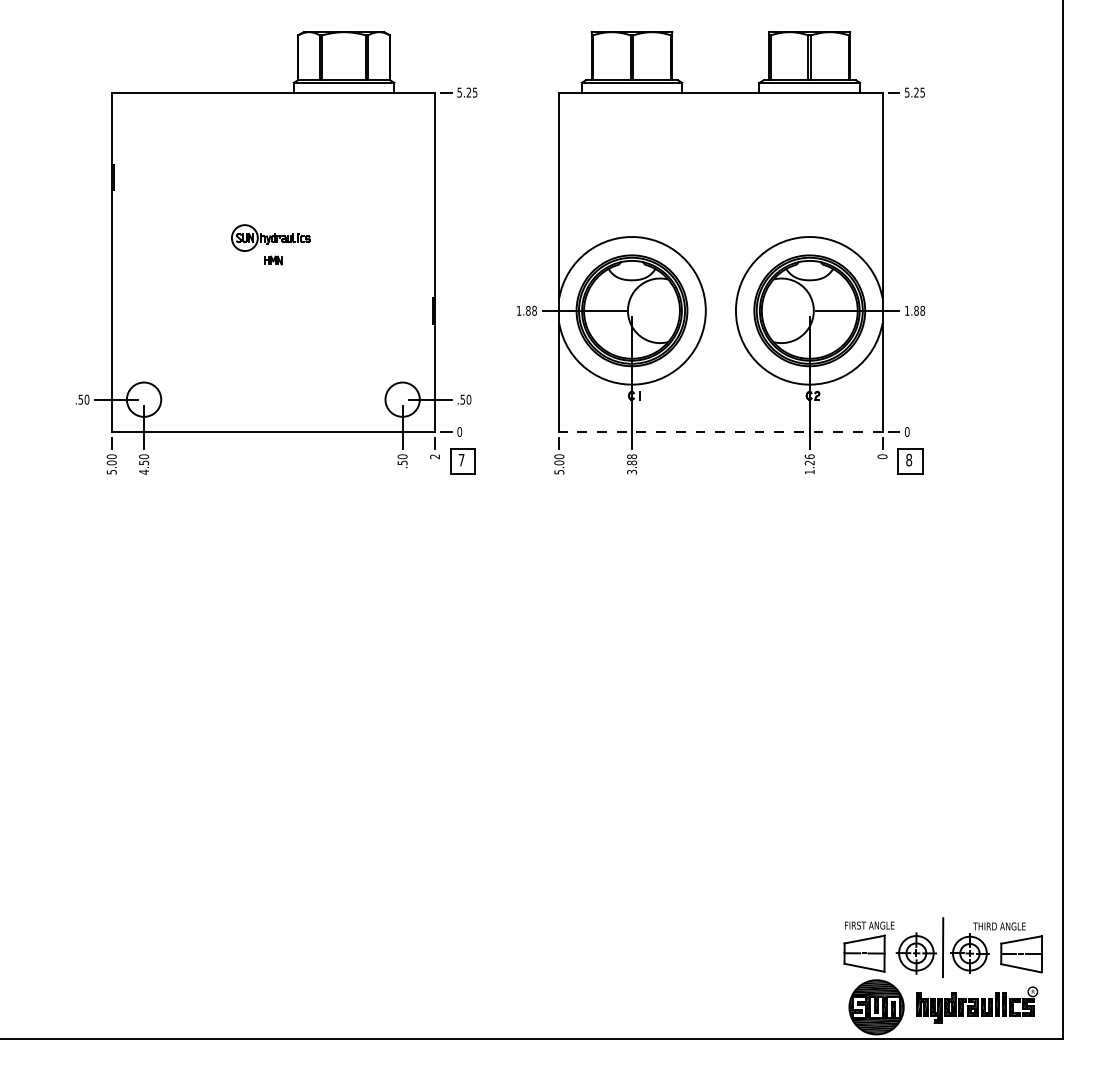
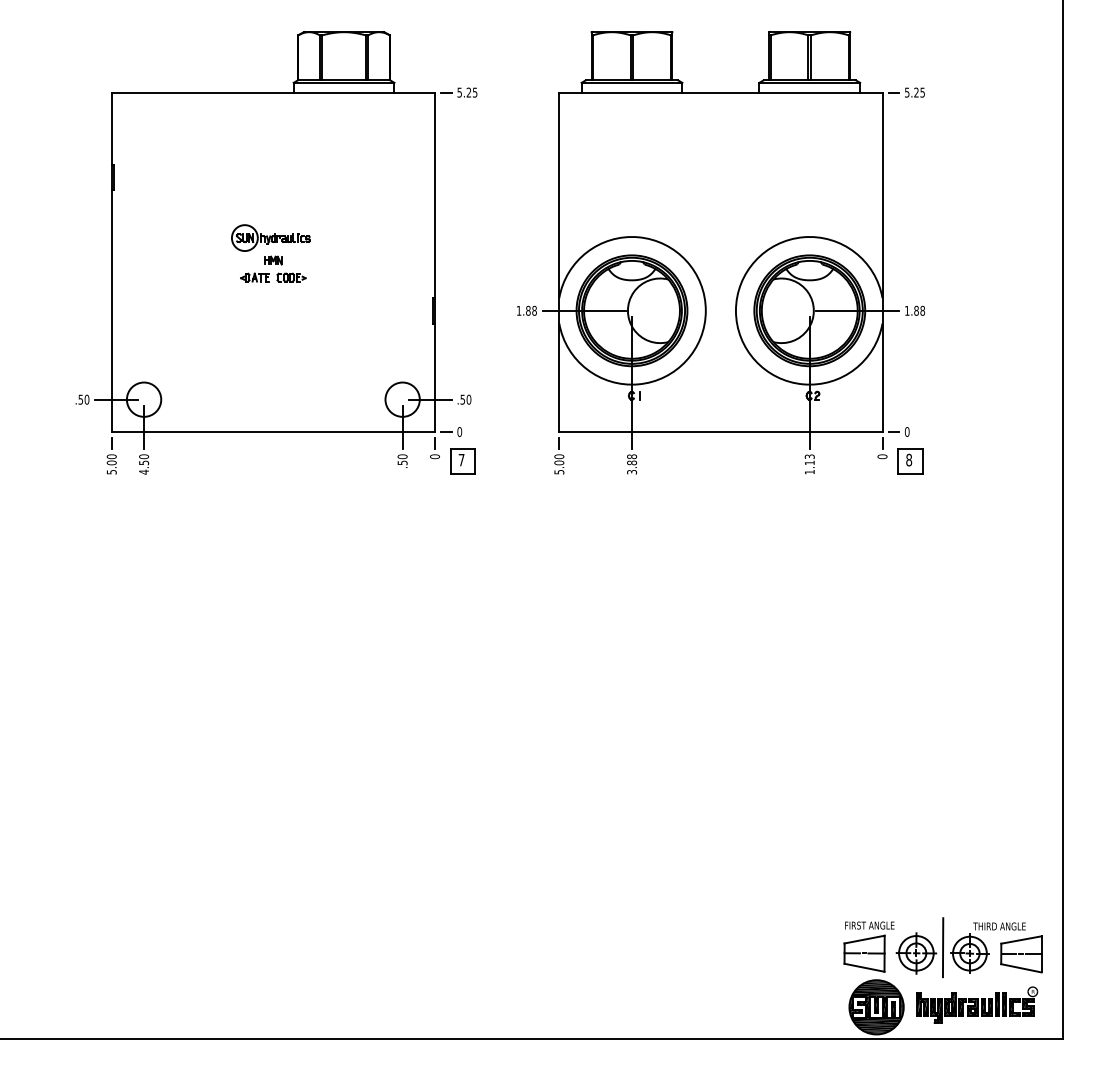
part at (273, 277): none -> present
line at (720, 432): dashed -> solid
text at (434, 456): 2 -> 0
text at (809, 459): 1.26 -> 1.13
